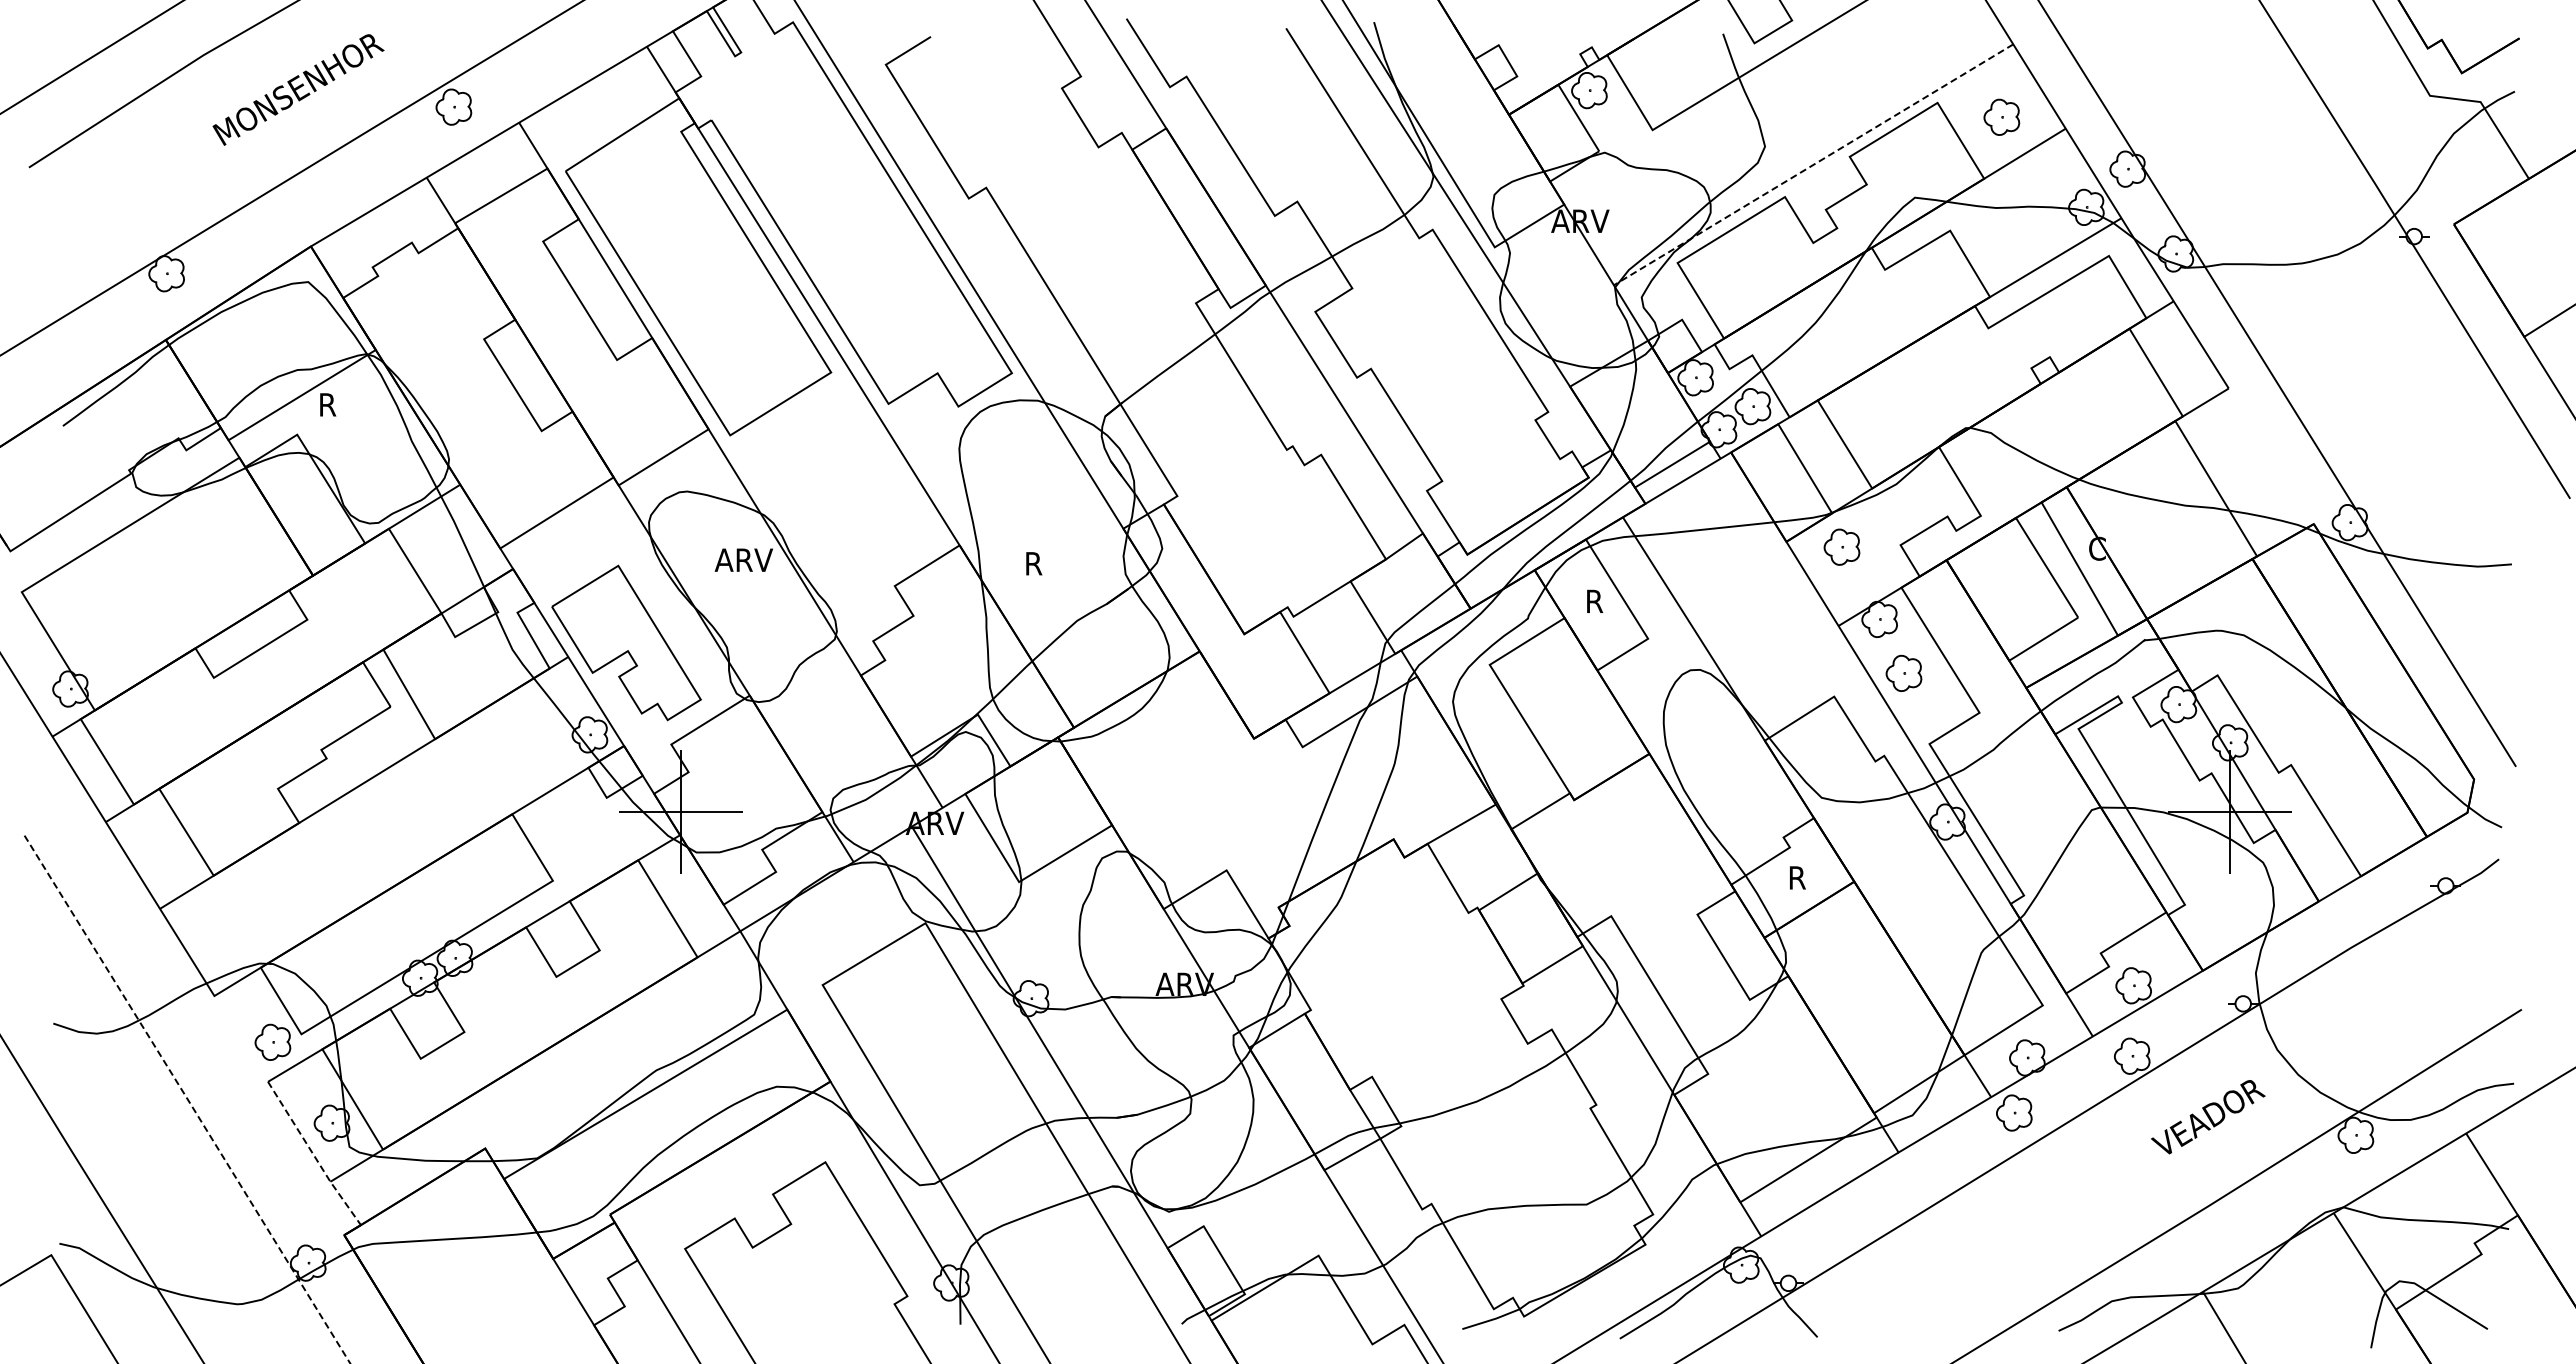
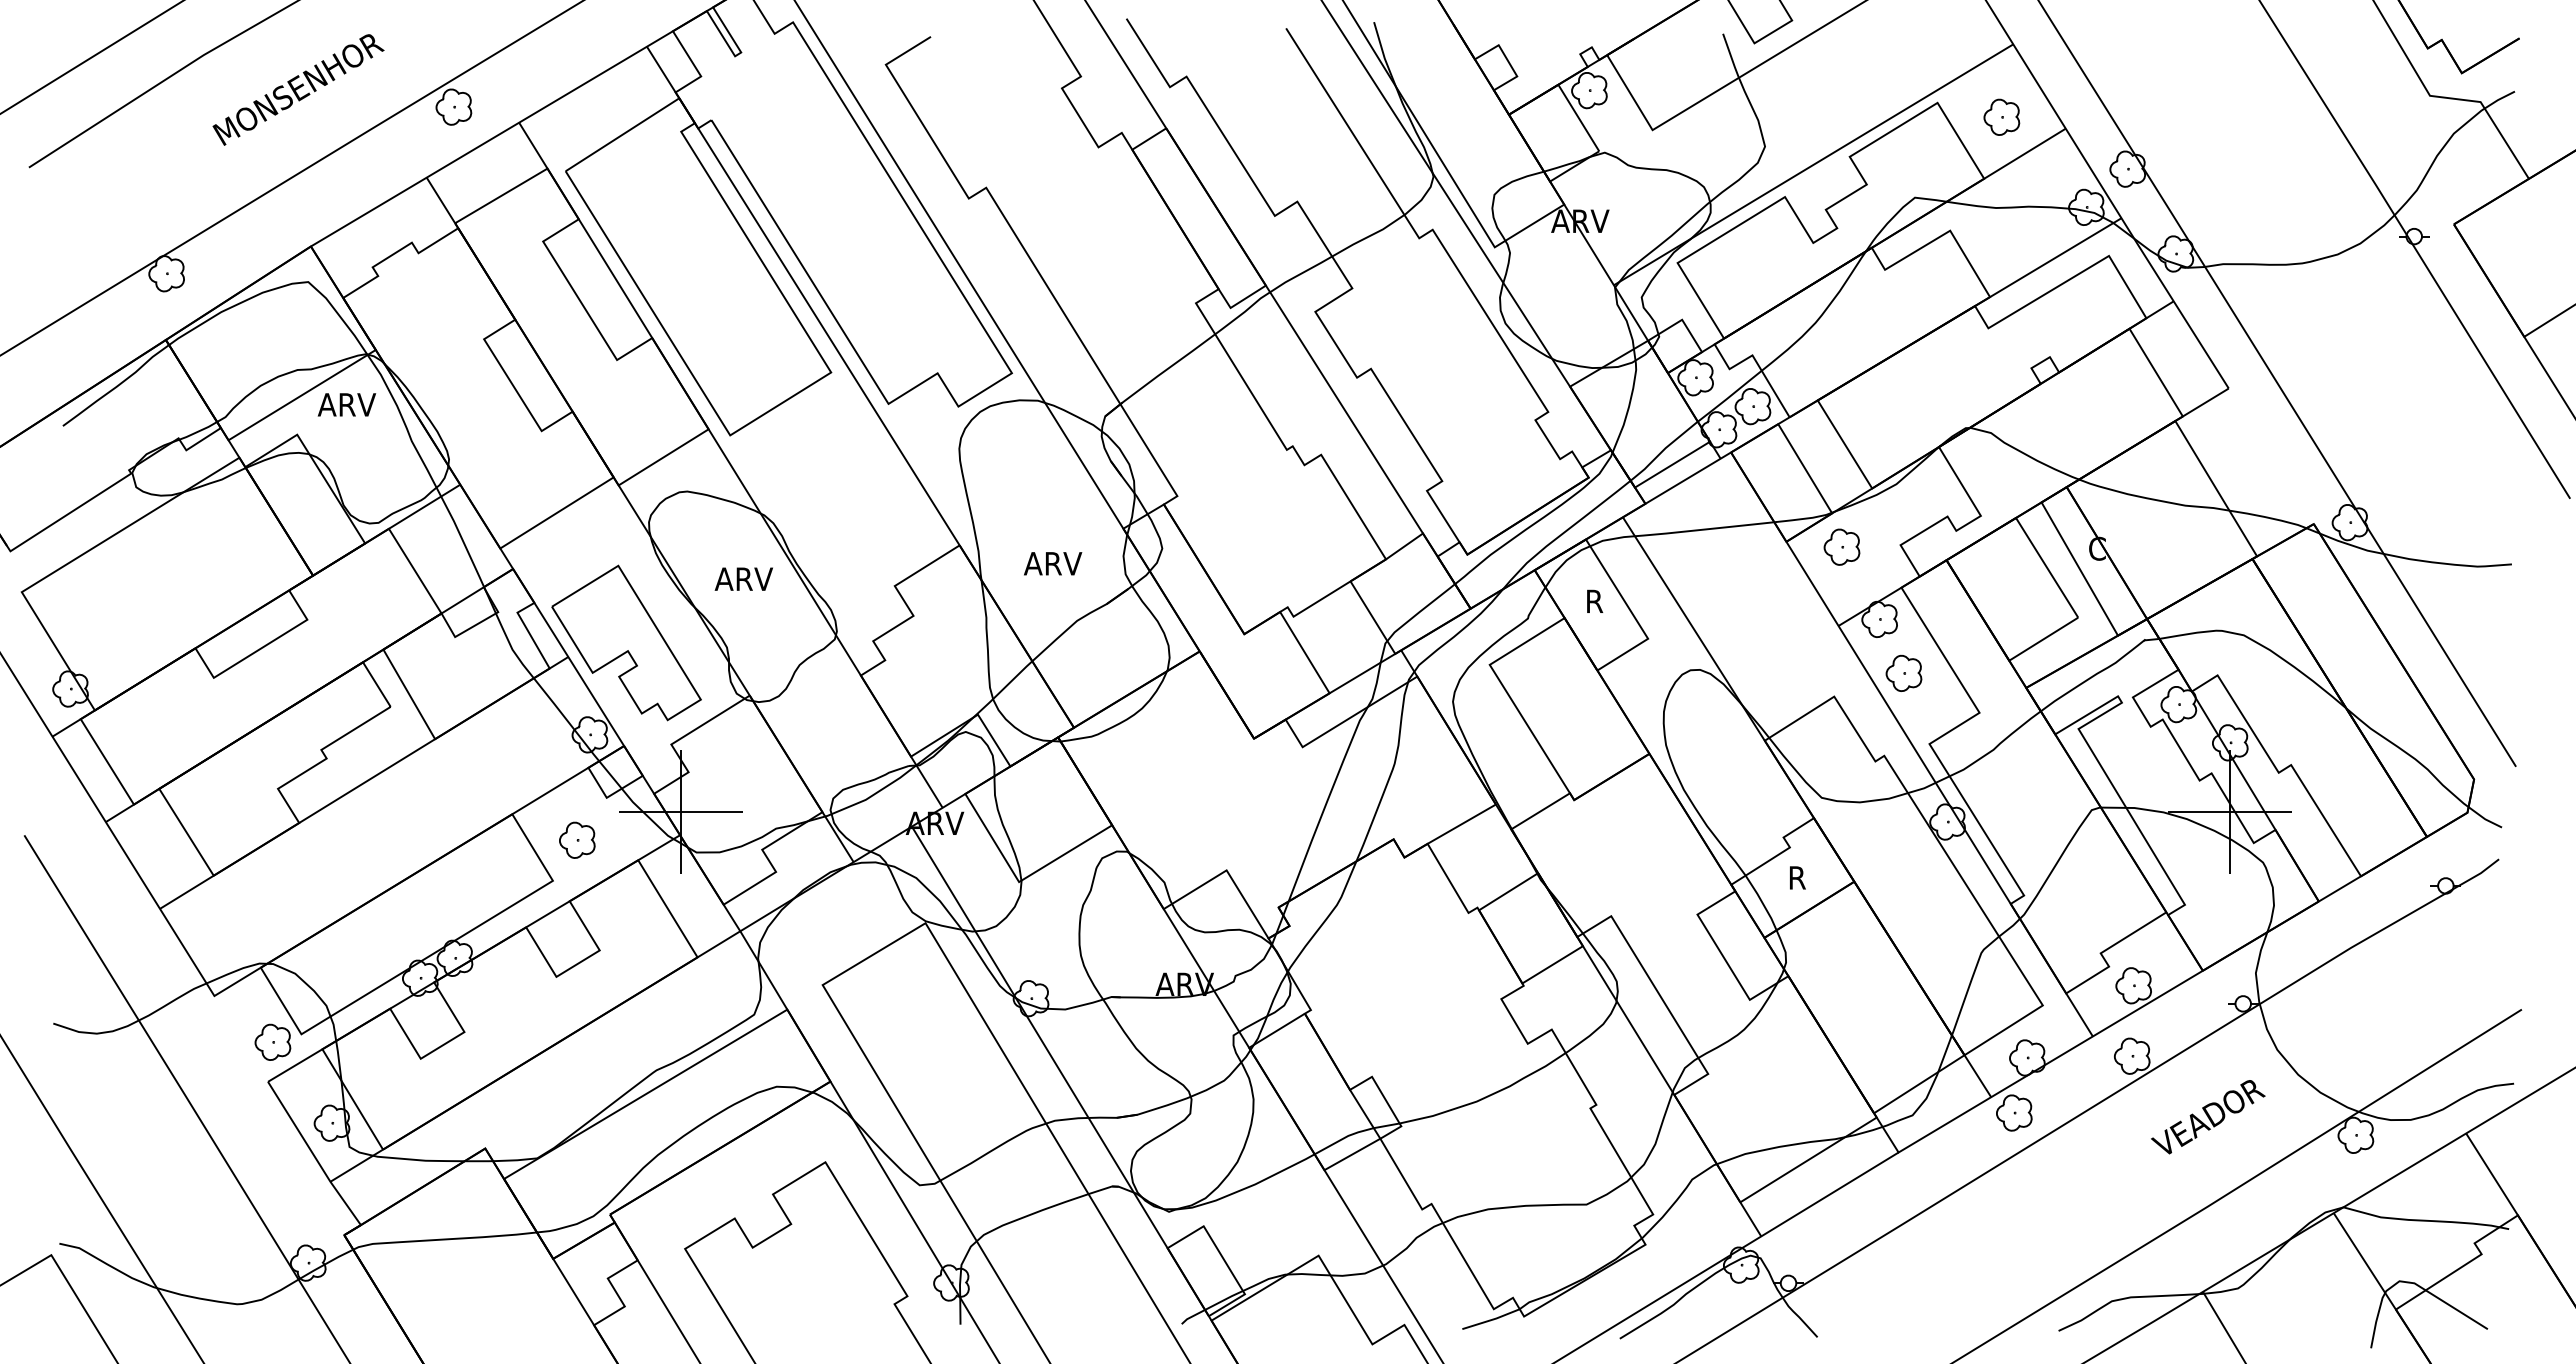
line at (1813, 165): dashed -> solid
text at (346, 404): R -> ARV
text at (743, 559) position: (743, 559) -> (743, 578)
text at (1053, 563): R -> ARV
part at (577, 839): none -> present
line at (187, 1098): dashed -> solid
line at (313, 1154): dashed -> solid
